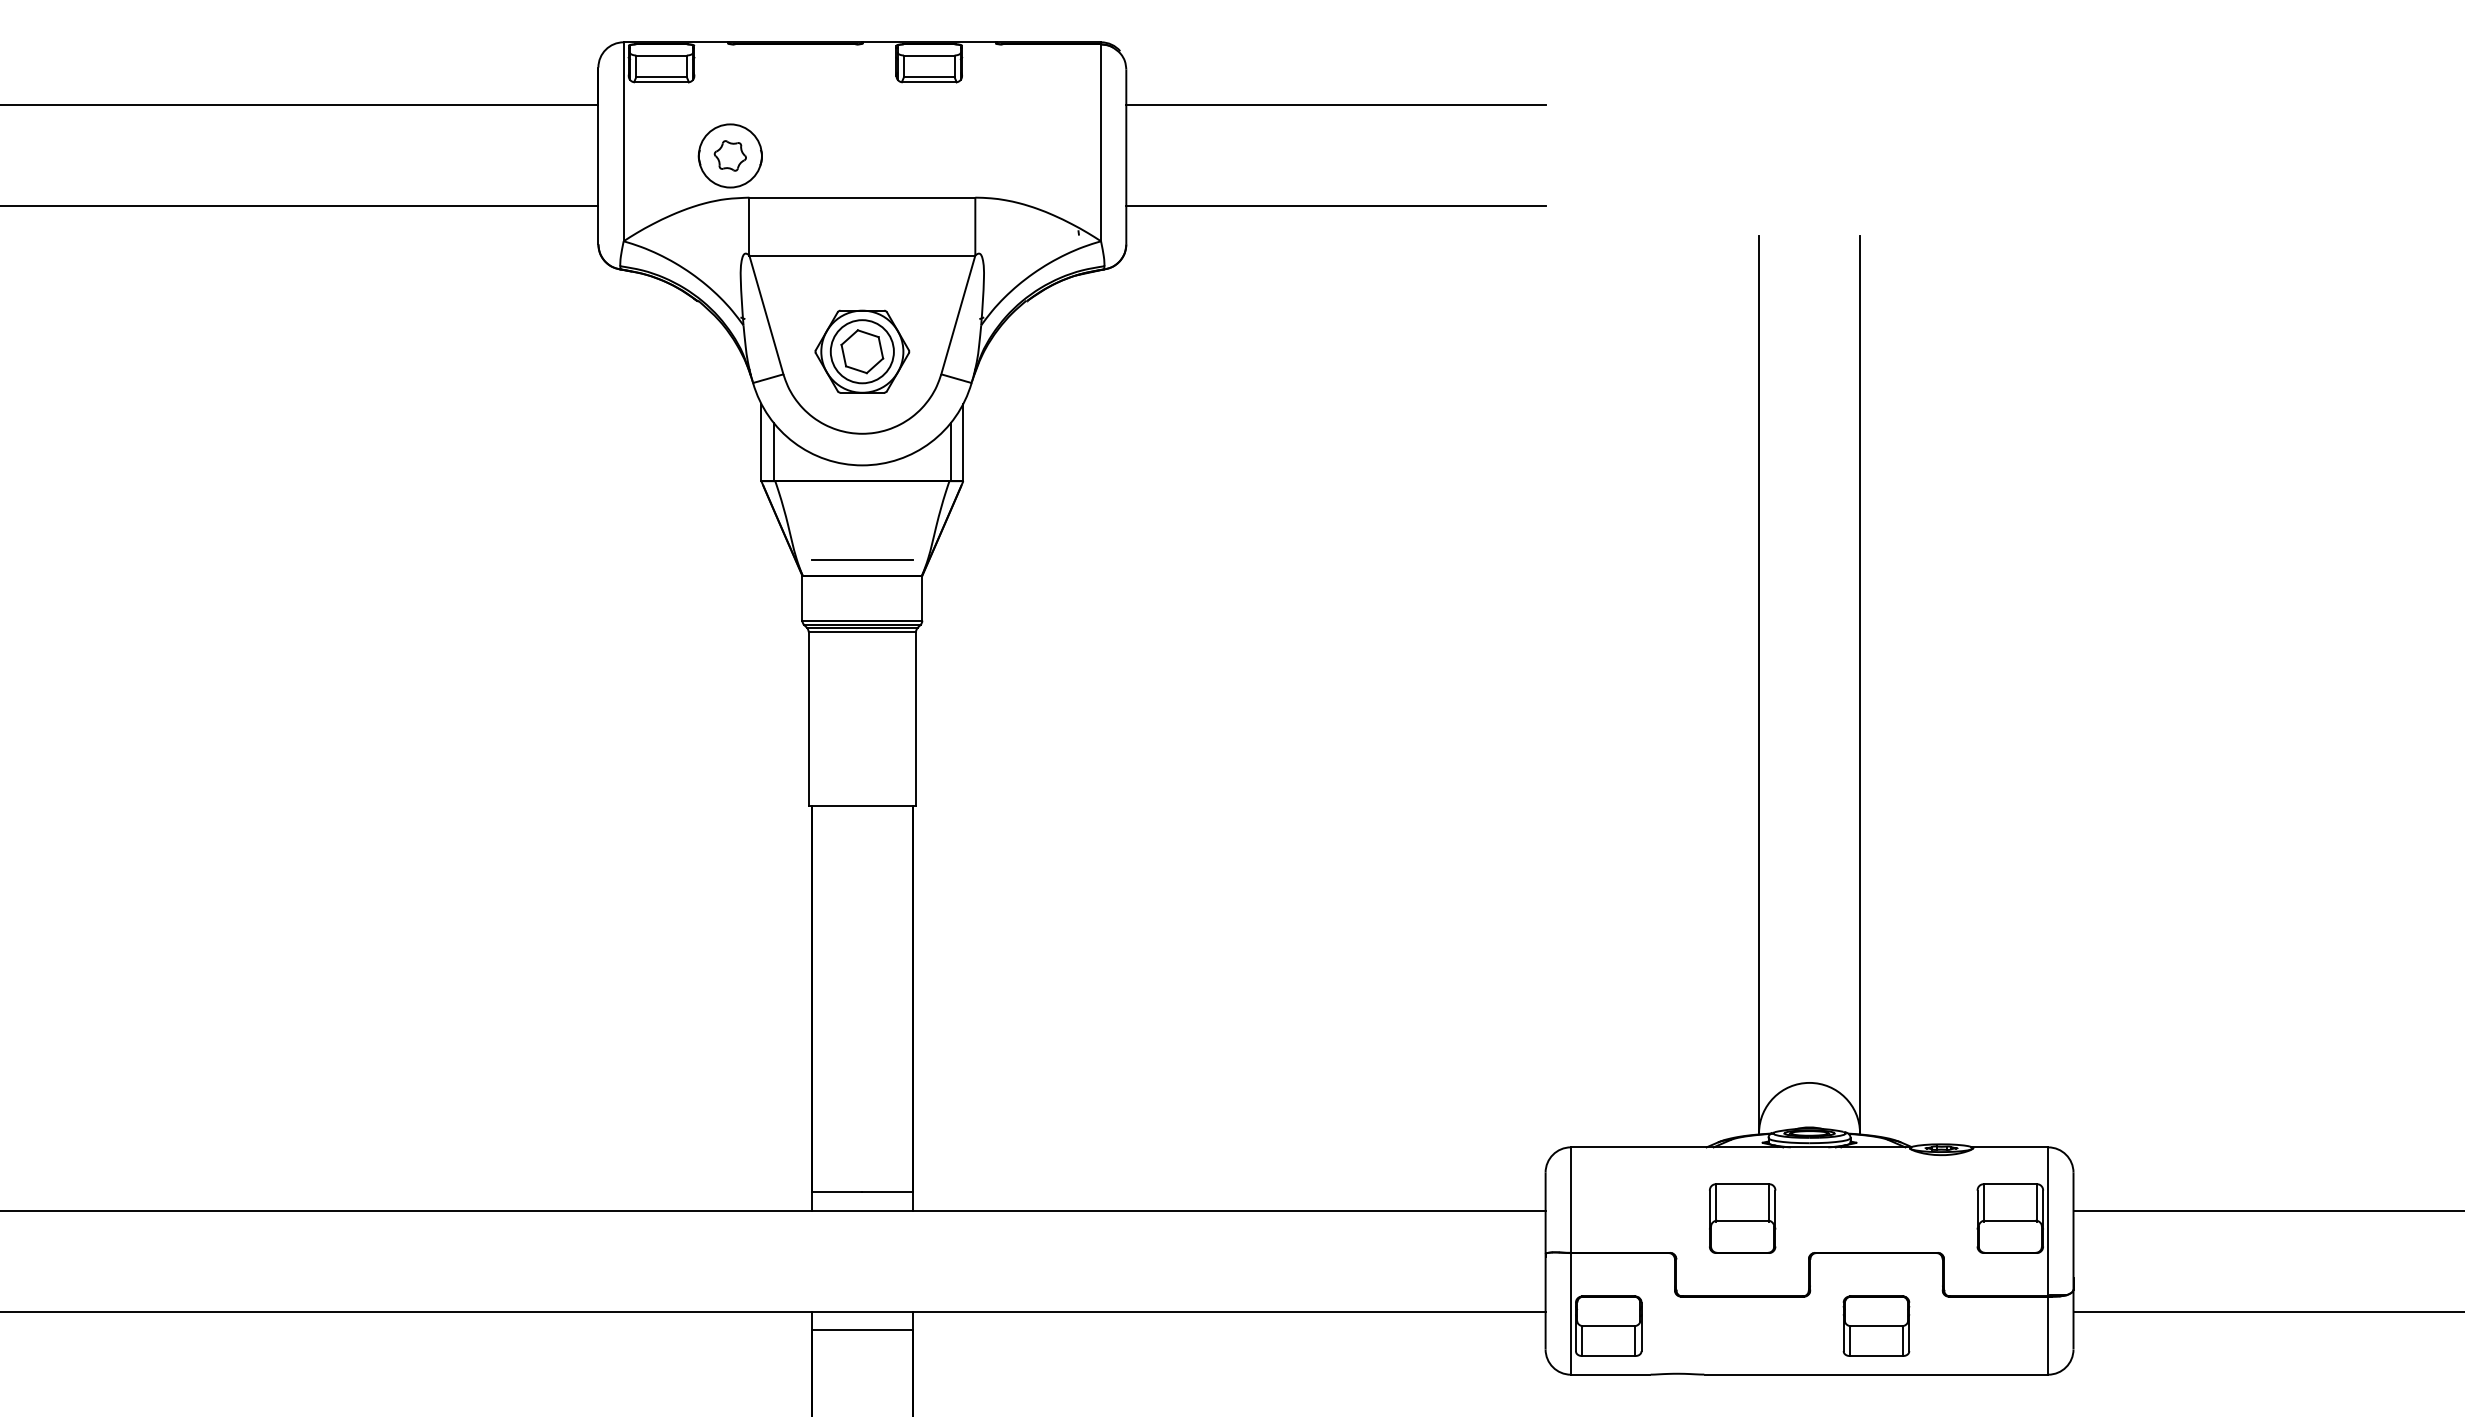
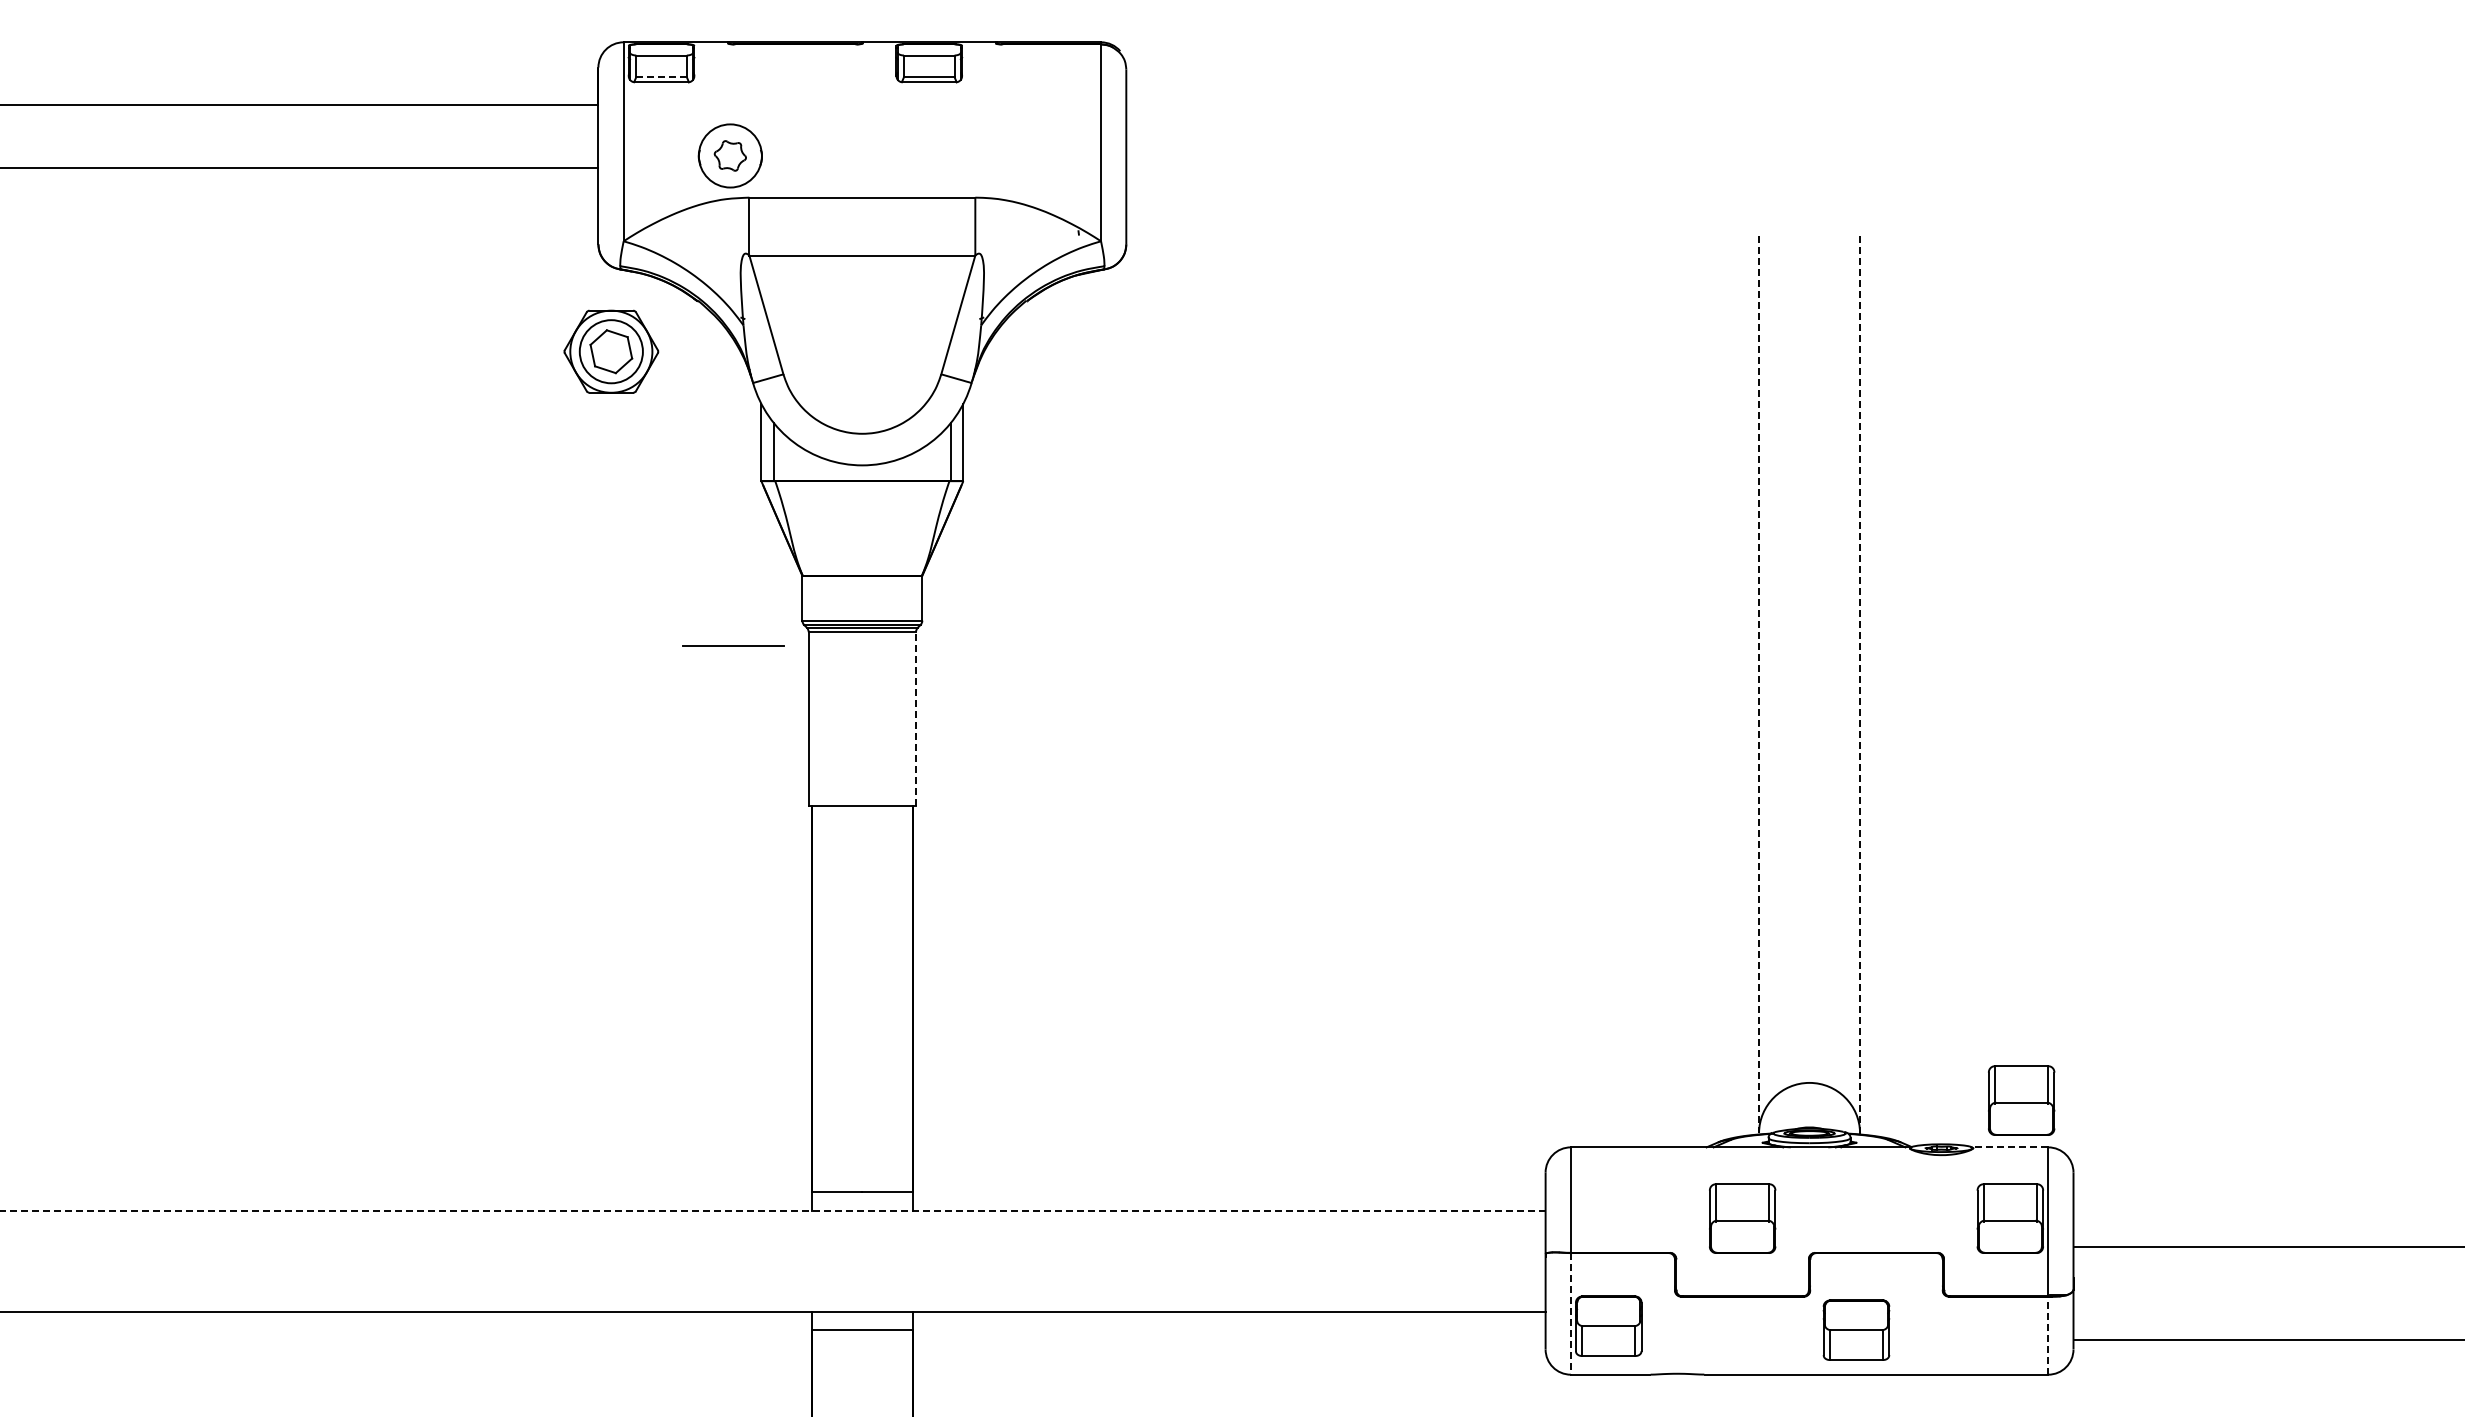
line at (661, 77): solid -> dashed
line at (1335, 105): present -> none
line at (300, 206) position: (300, 206) -> (300, 168)
line at (1335, 206): present -> none
part at (862, 351) position: (862, 351) -> (611, 351)
line at (862, 559) position: (862, 559) -> (733, 645)
line at (1860, 684): solid -> dashed
line at (1759, 685): solid -> dashed
line at (916, 718): solid -> dashed
part at (2021, 1100): none -> present
line at (2010, 1147): solid -> dashed
line at (772, 1210): solid -> dashed
line at (2267, 1210) position: (2267, 1210) -> (2267, 1246)
line at (2267, 1311) position: (2267, 1311) -> (2267, 1339)
line at (1570, 1313): solid -> dashed
part at (1876, 1325) position: (1876, 1325) -> (1856, 1329)
line at (2048, 1335): solid -> dashed
